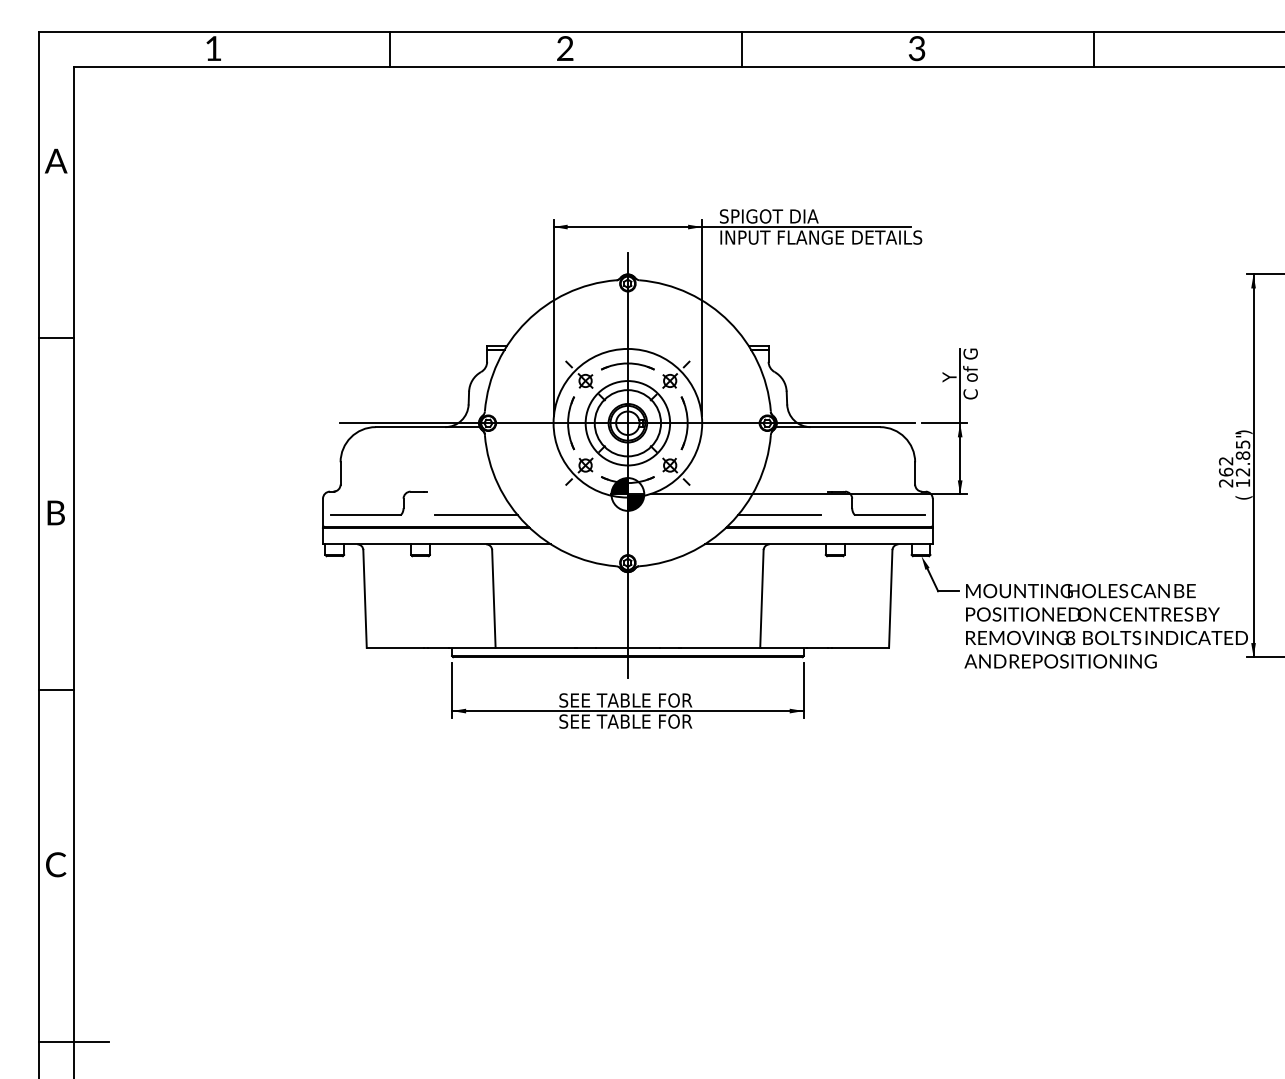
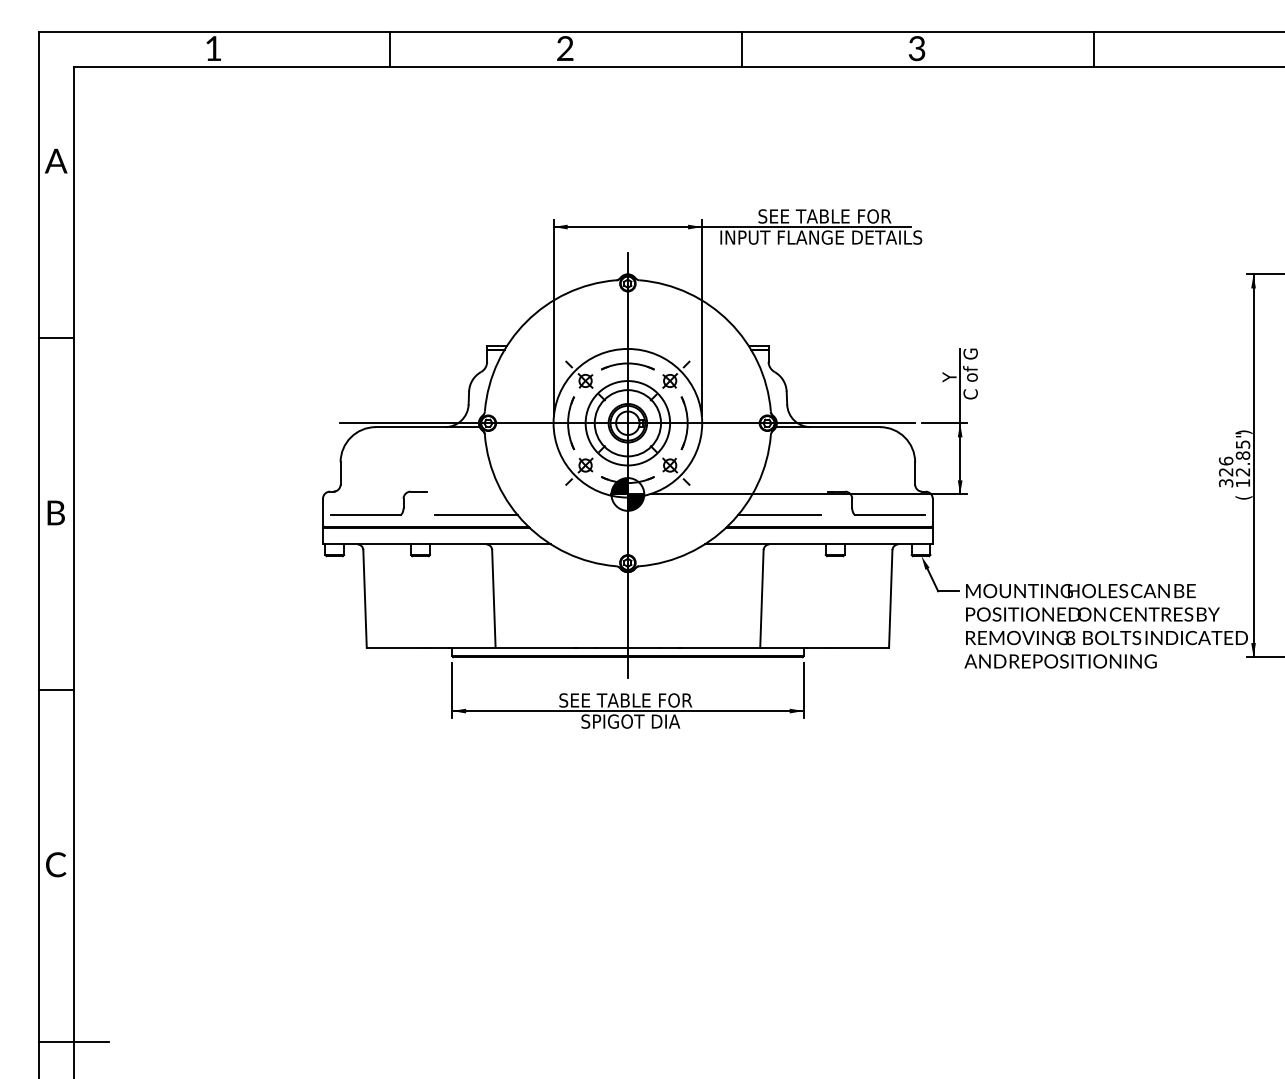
text at (805, 216): SPIGOT DIA -> SEE TABLE FOR
text at (1226, 471): 262 -> 326
text at (625, 721): SEE TABLE FOR -> SPIGOT DIA
